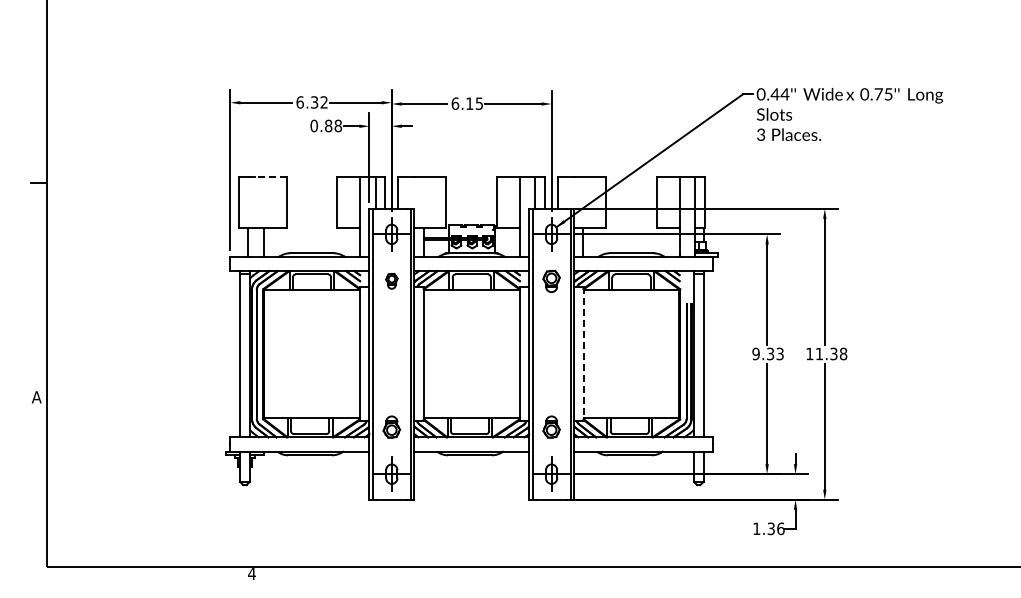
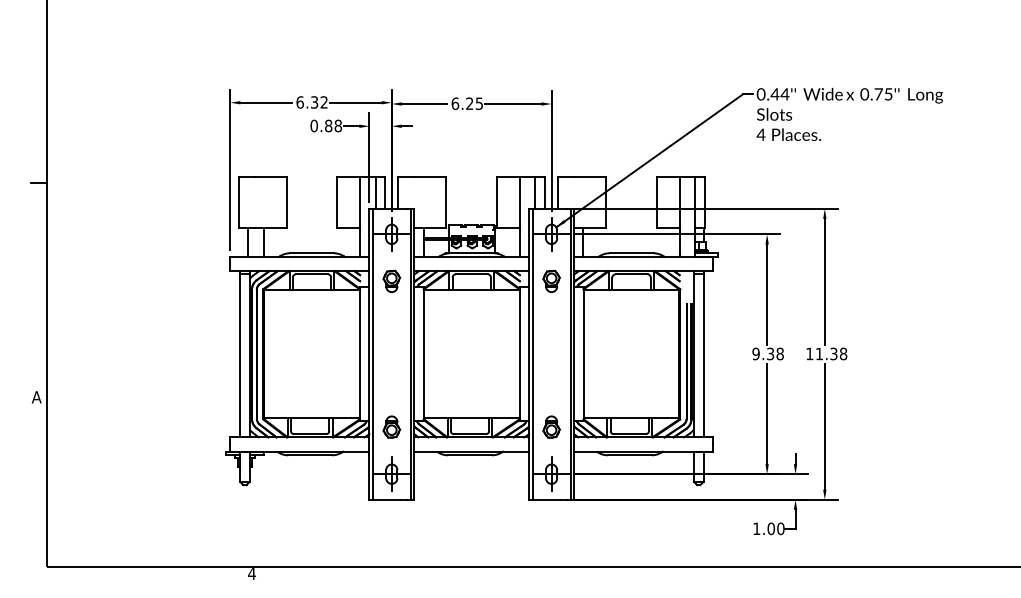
text at (469, 103): 6.15 -> 6.25
text at (760, 134): 3 -> 4
line at (270, 176): dashed -> solid
part at (391, 280) size: 14x18 px -> 20x24 px
text at (779, 353): 9.33 -> 9.38
line at (583, 354): dashed -> solid
text at (775, 528): 1.36 -> 1.00
